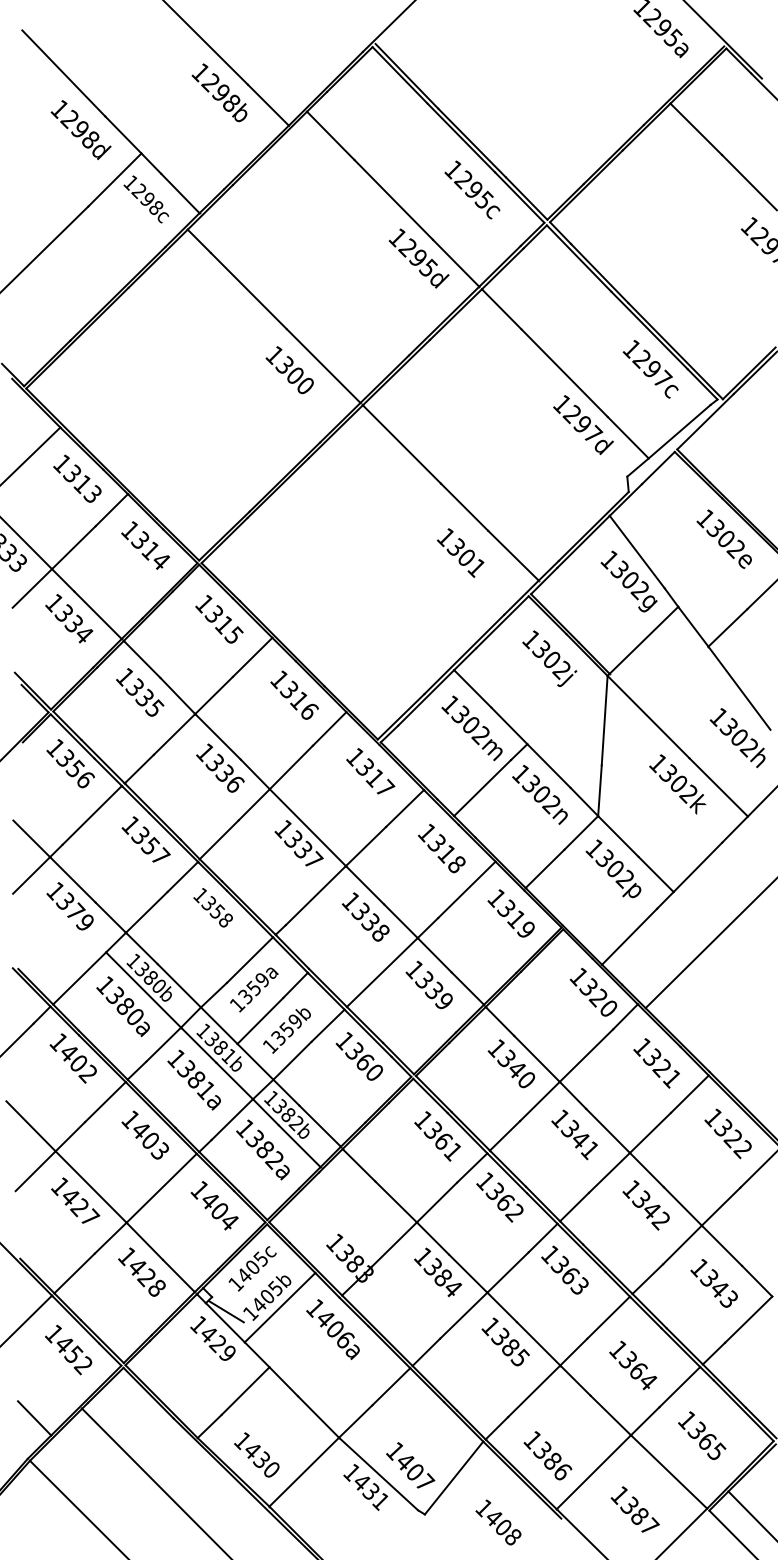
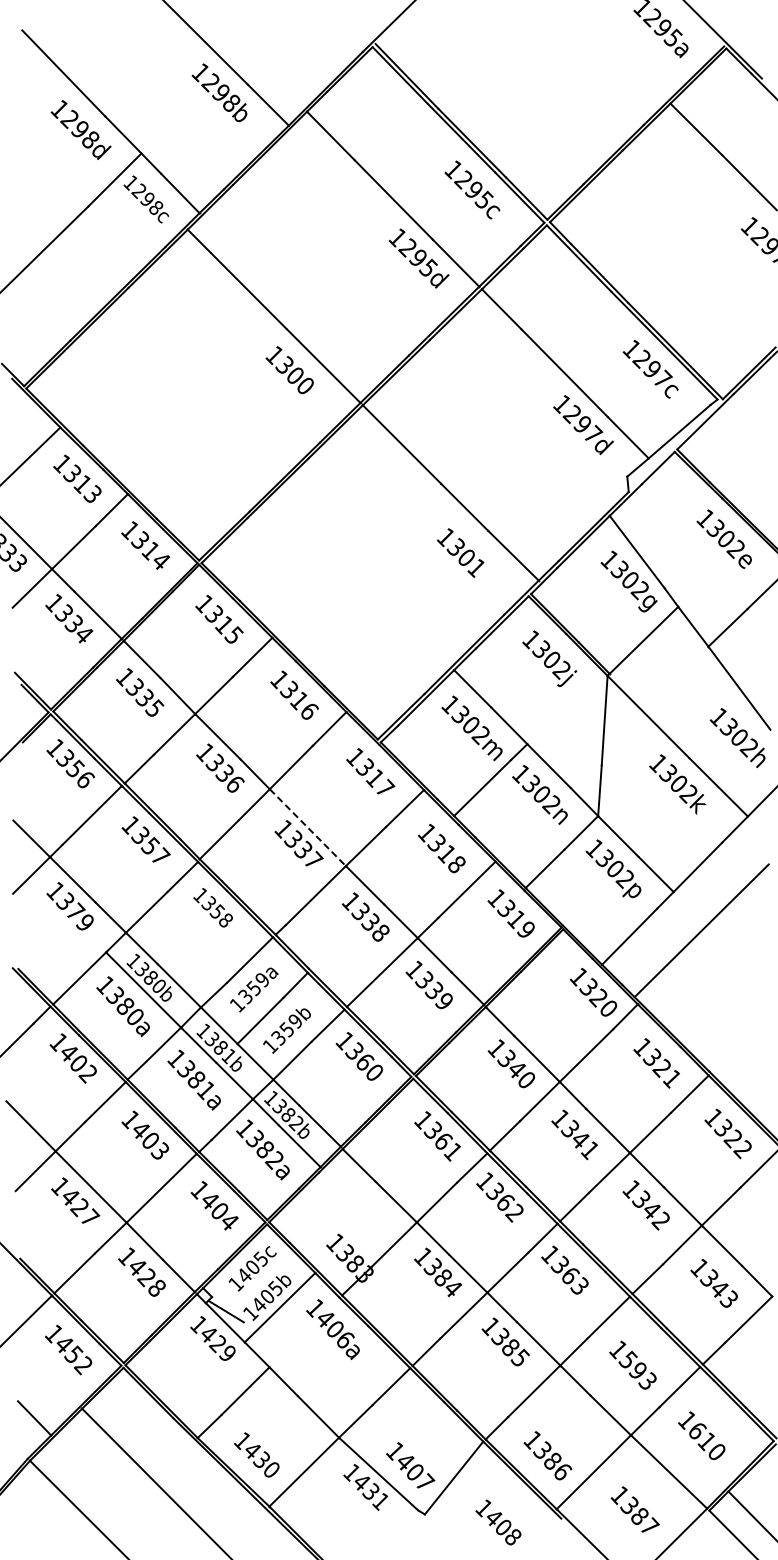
line at (308, 828): solid -> dashed
line at (709, 944) position: (709, 944) -> (701, 930)
text at (640, 1370): 1364 -> 1593
text at (706, 1440): 1365 -> 1610
